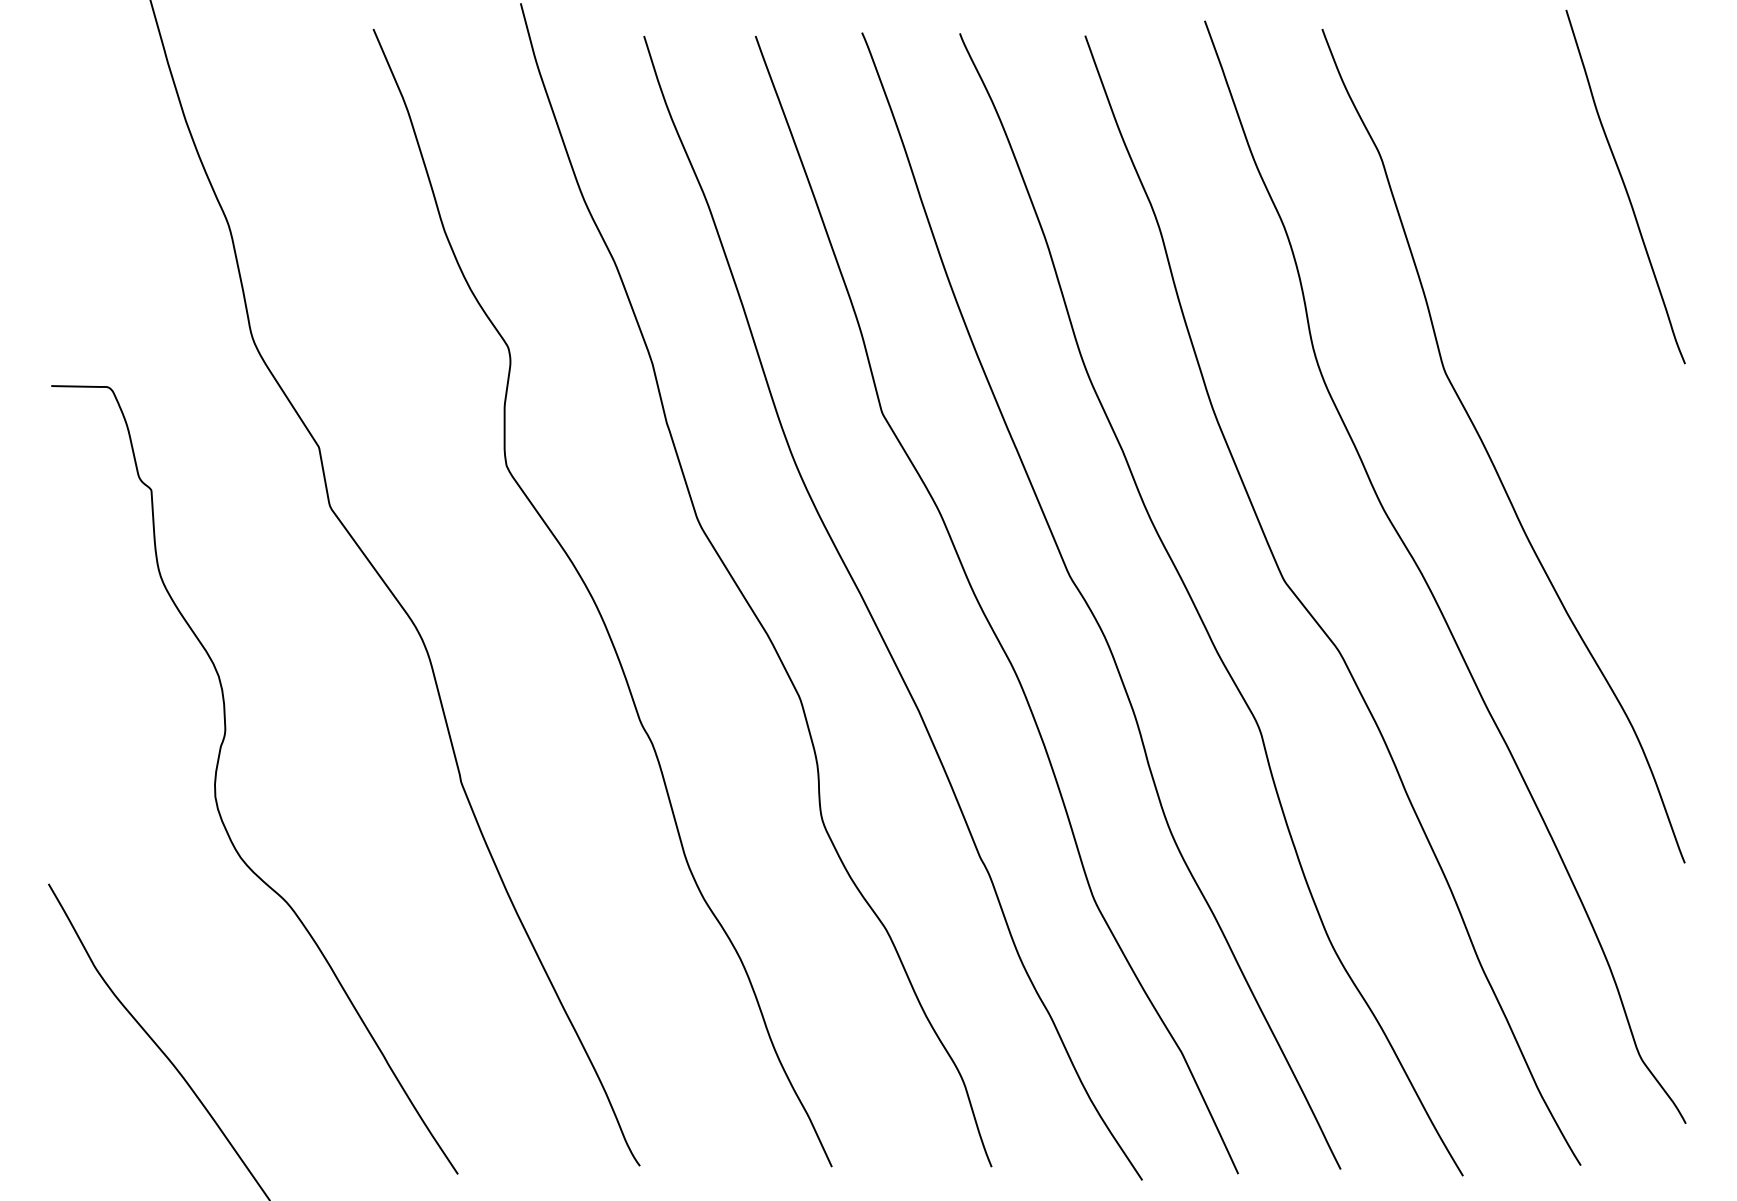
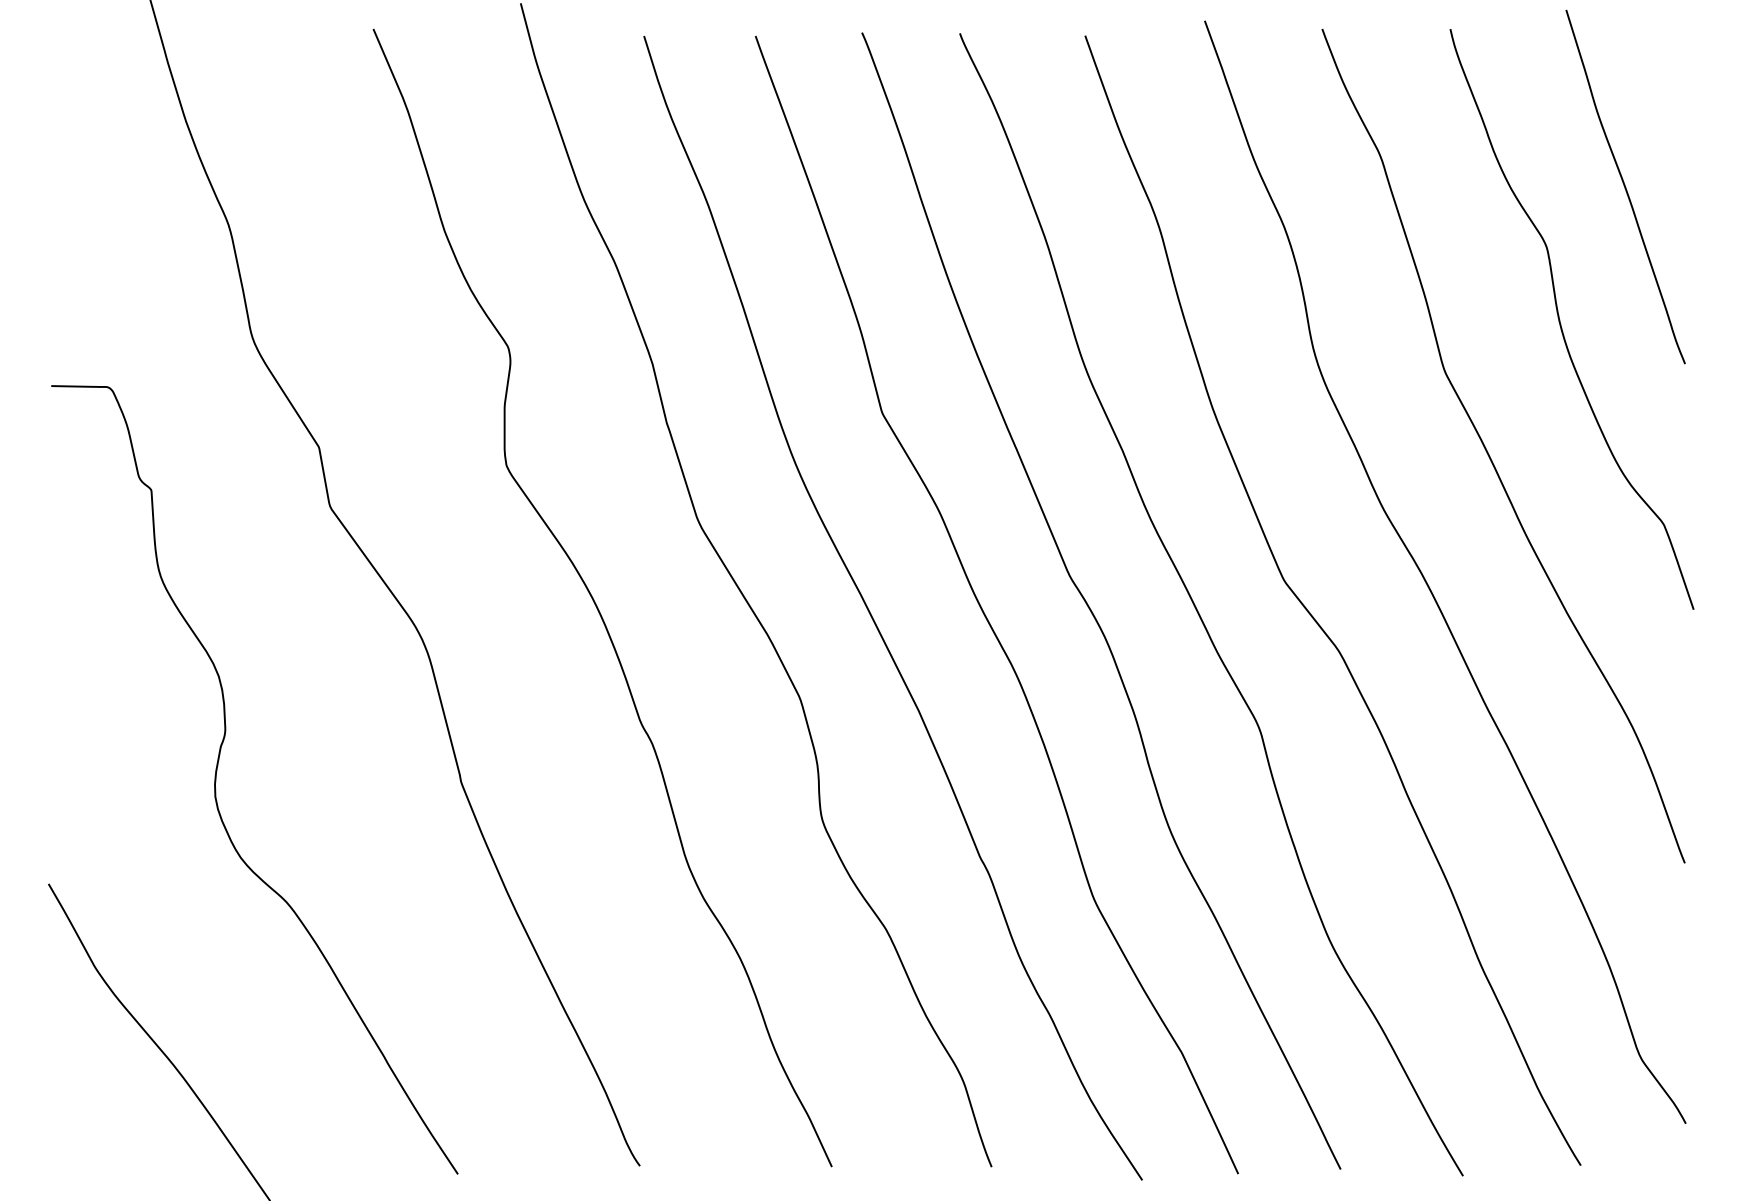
curve at (1560, 320): none -> present
